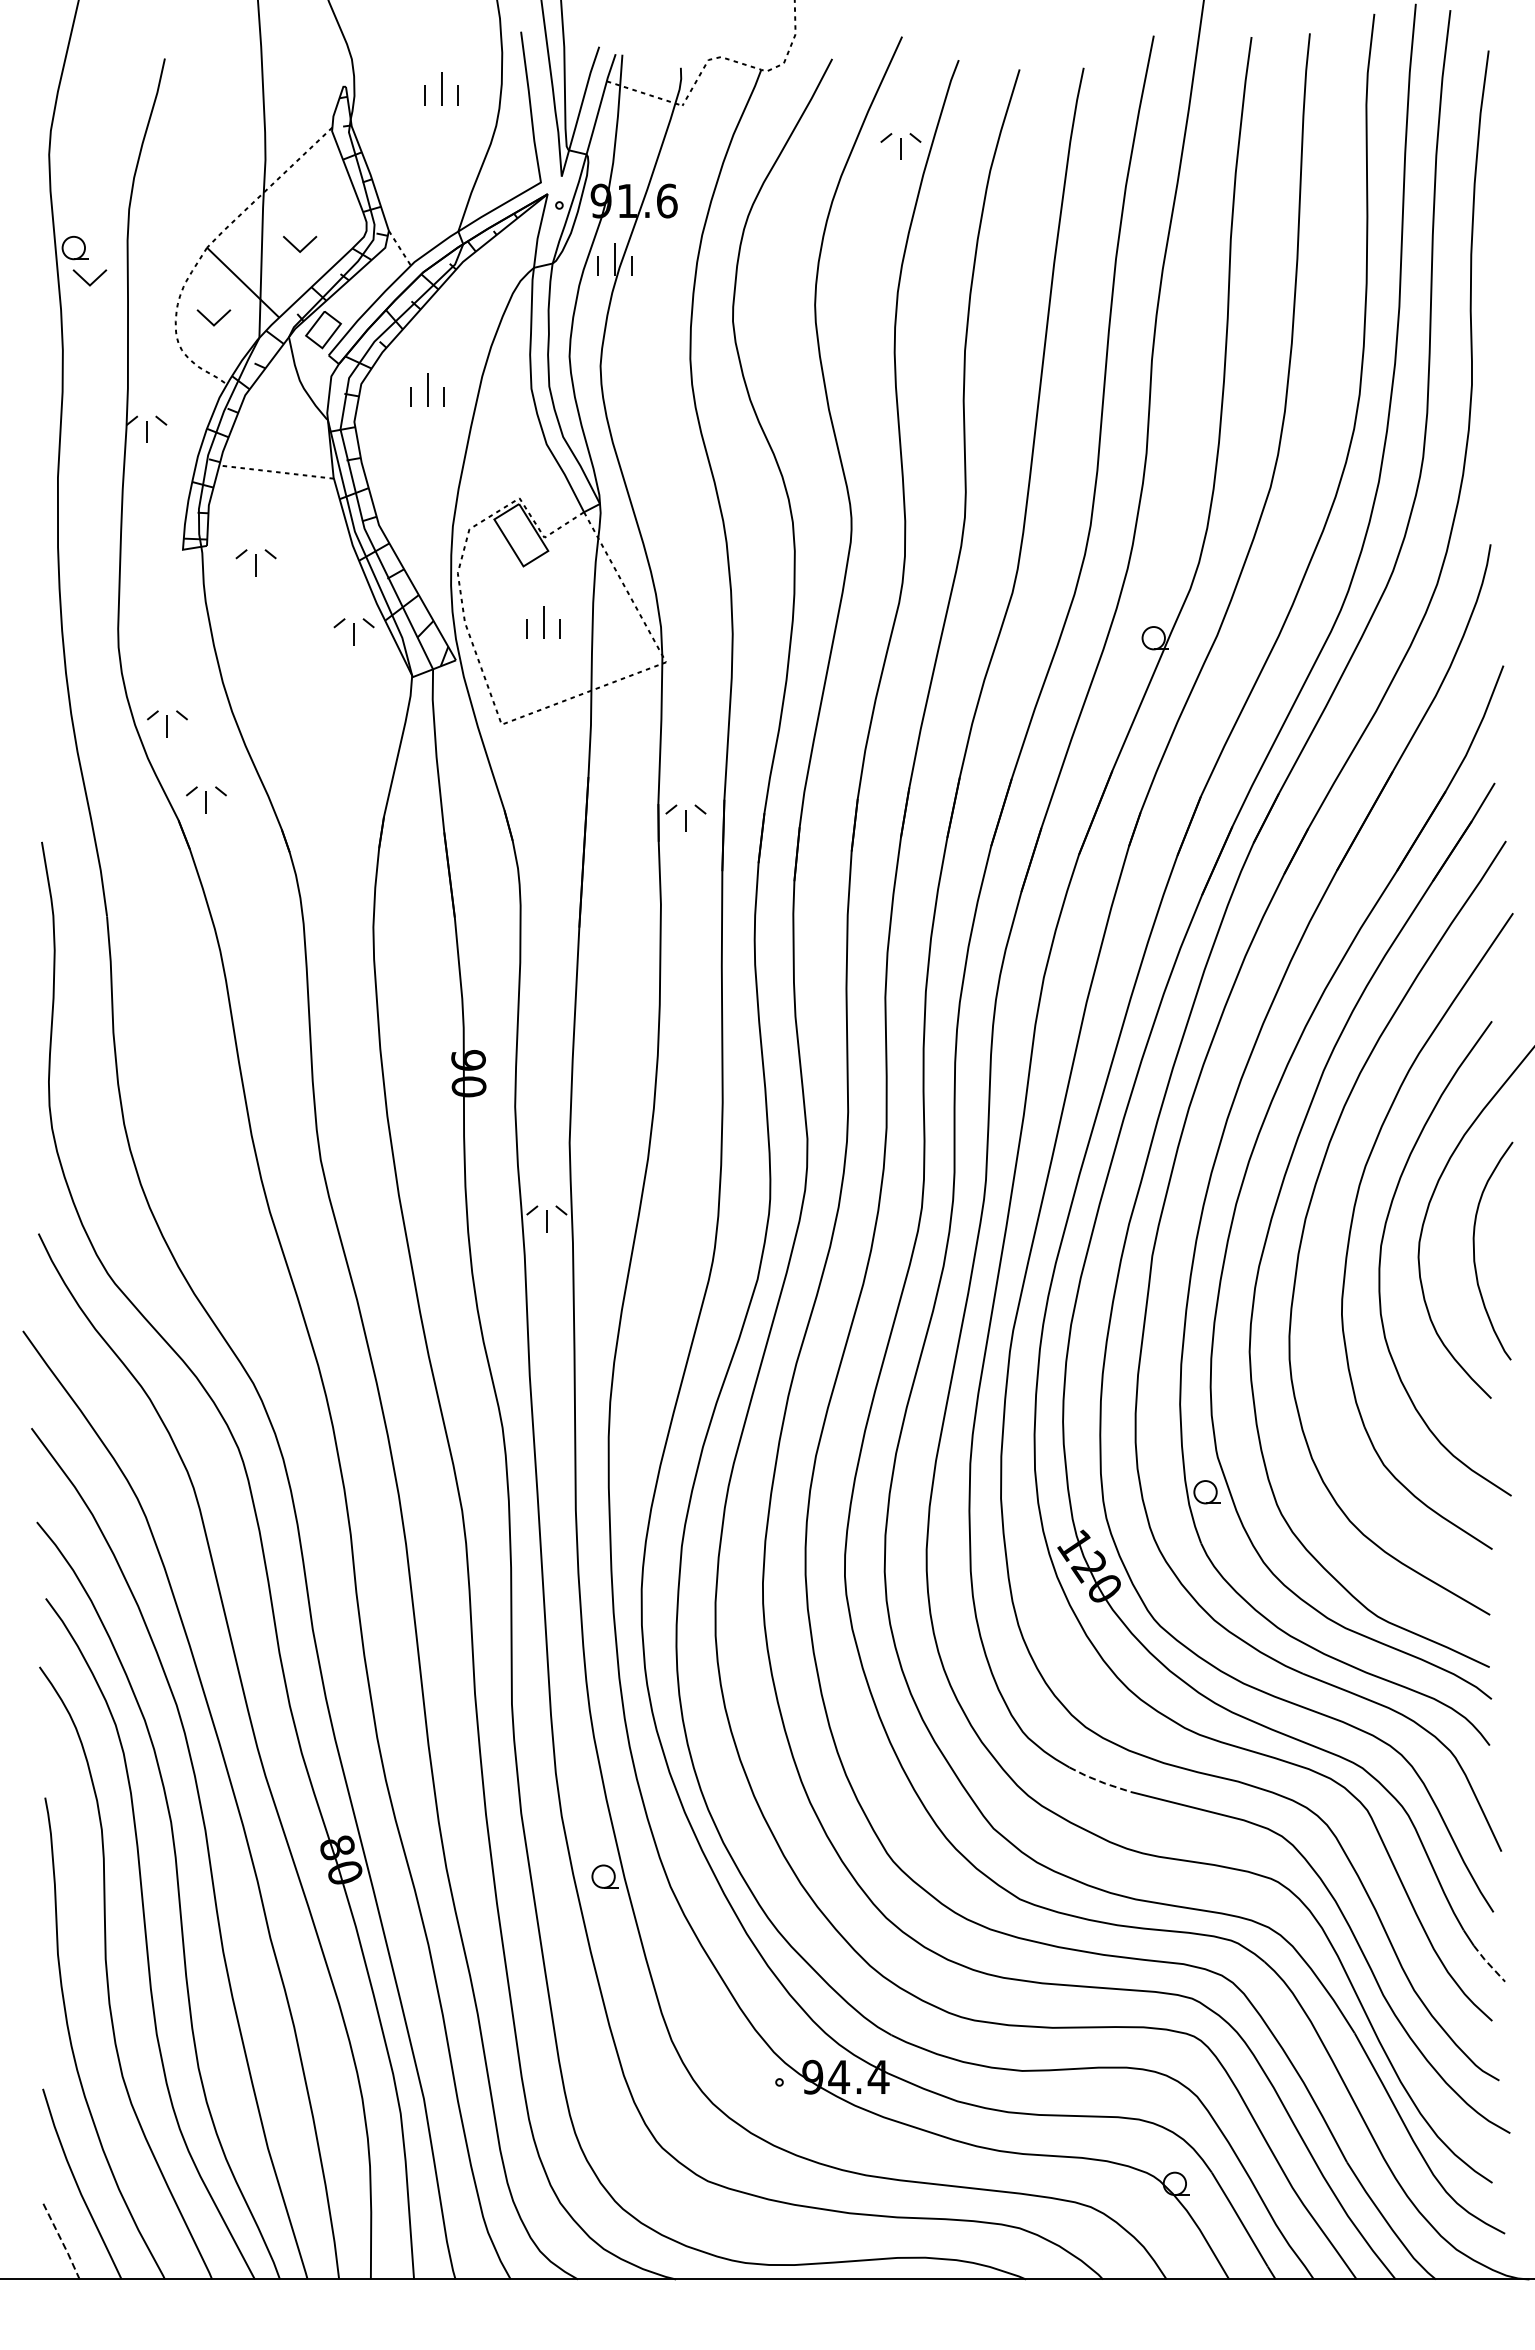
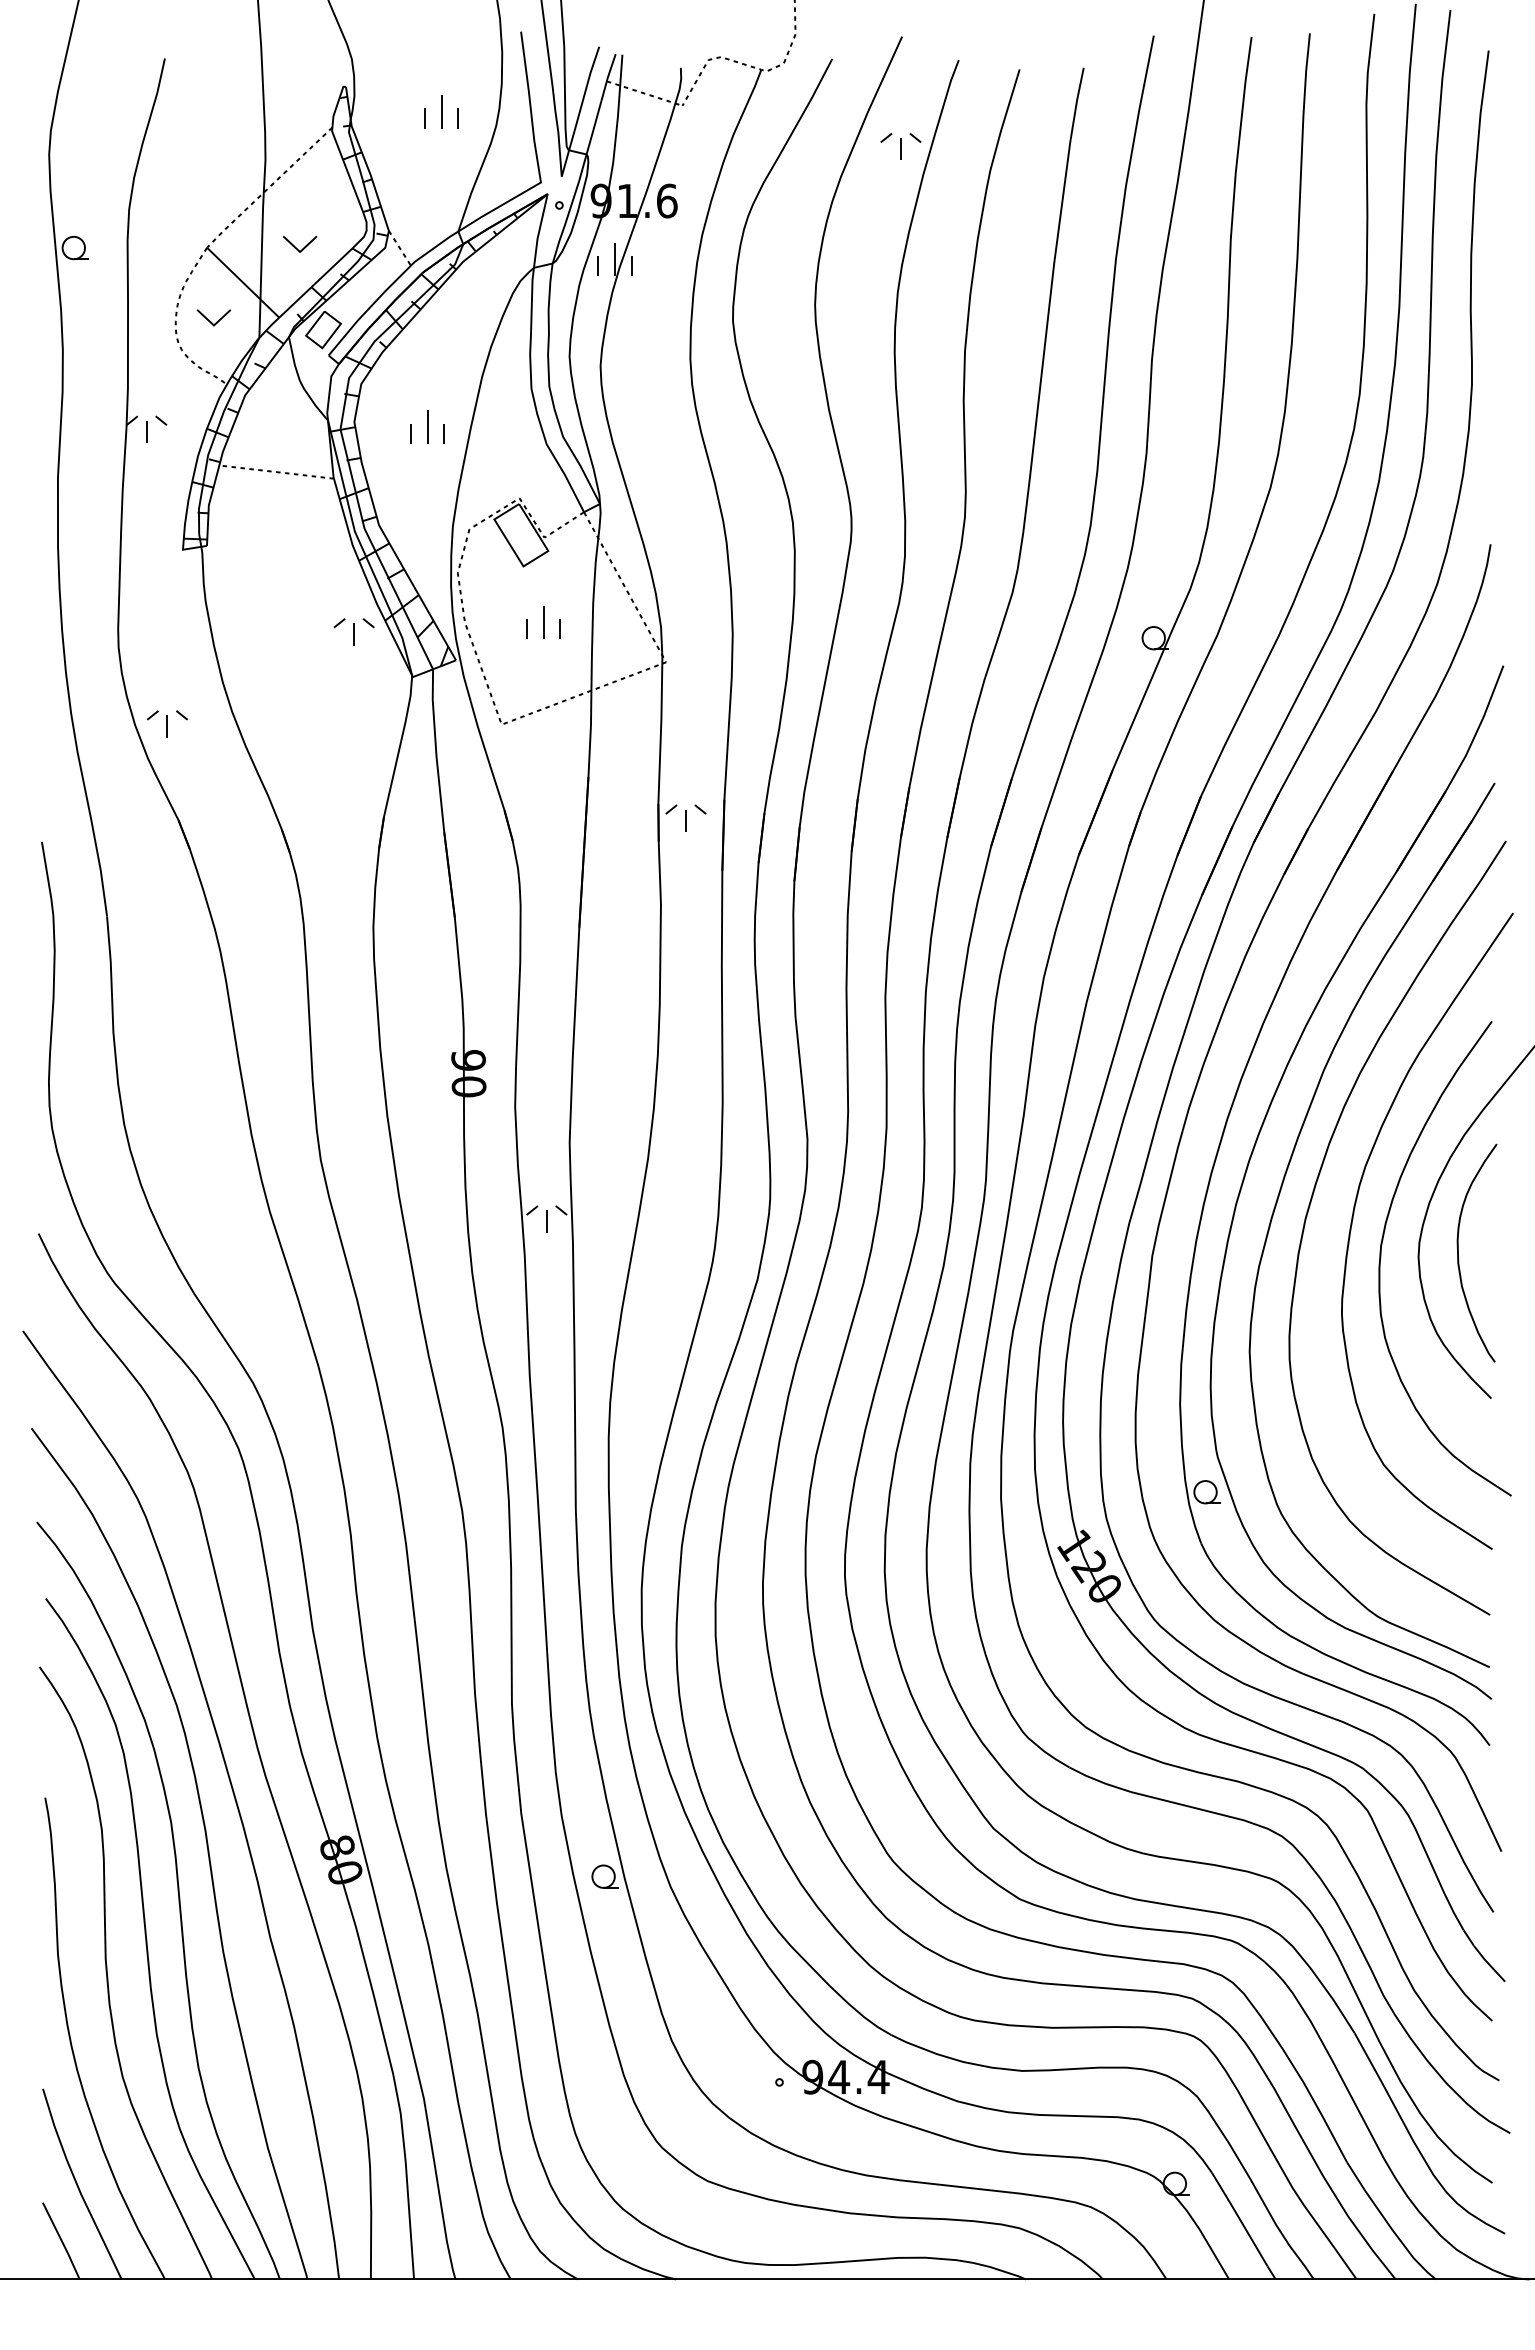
part at (441, 88) position: (441, 88) -> (441, 111)
part at (89, 277): present -> none
part at (427, 389) position: (427, 389) -> (427, 426)
part at (255, 562): present -> none
part at (206, 799): present -> none
curve at (1474, 1250) position: (1474, 1250) -> (1458, 1252)
line at (1099, 1781): dashed -> solid
line at (1488, 1963): dashed -> solid
line at (61, 2240): dashed -> solid
